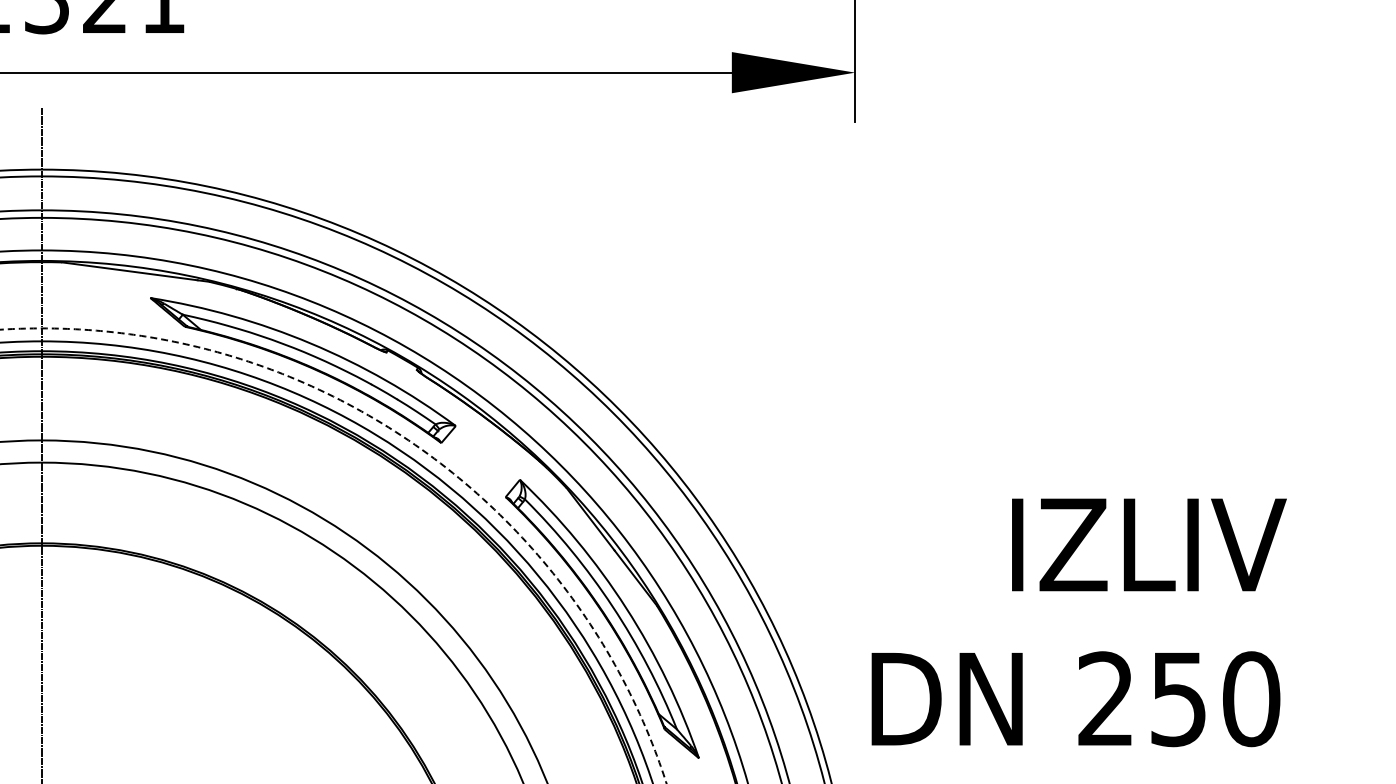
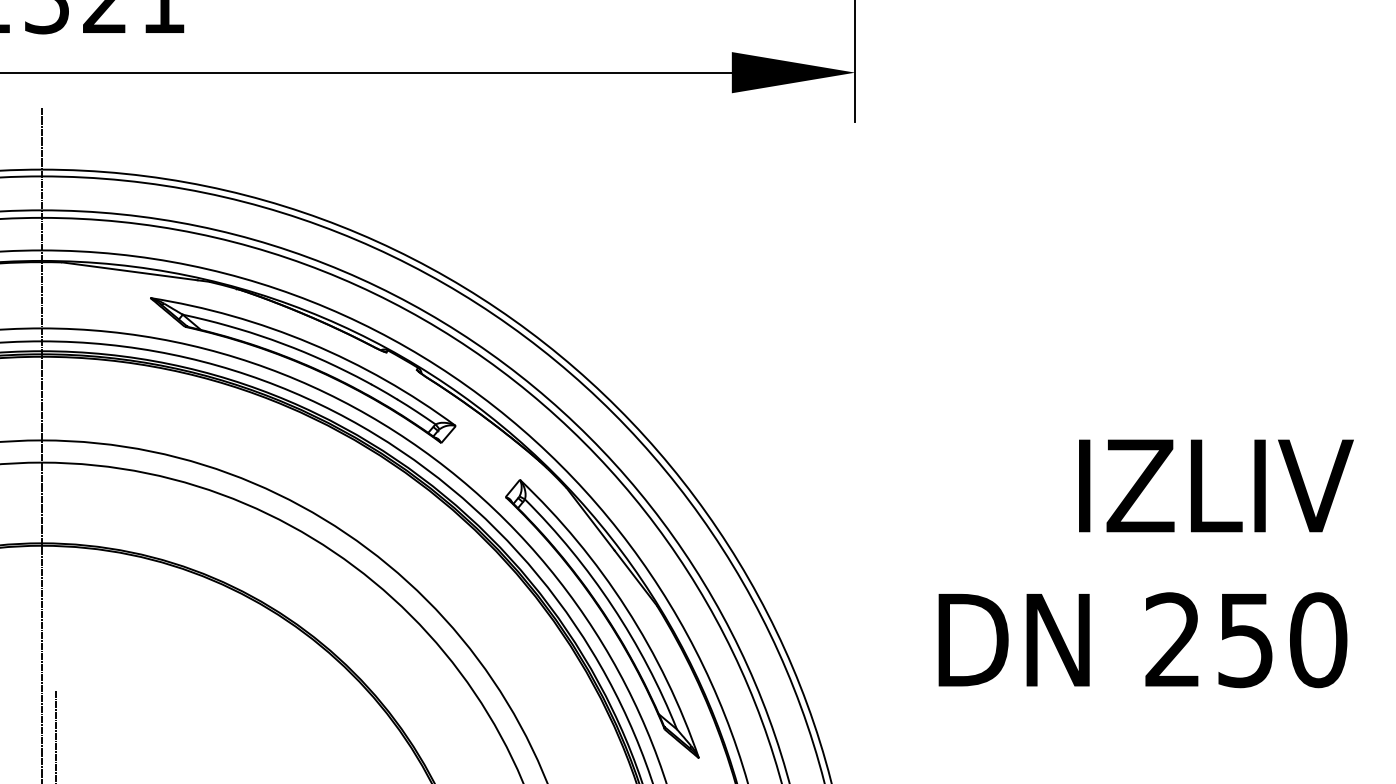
circle at (333, 555): dashed -> solid
text at (1078, 622) position: (1078, 622) -> (1145, 563)
line at (55, 735): none -> present
